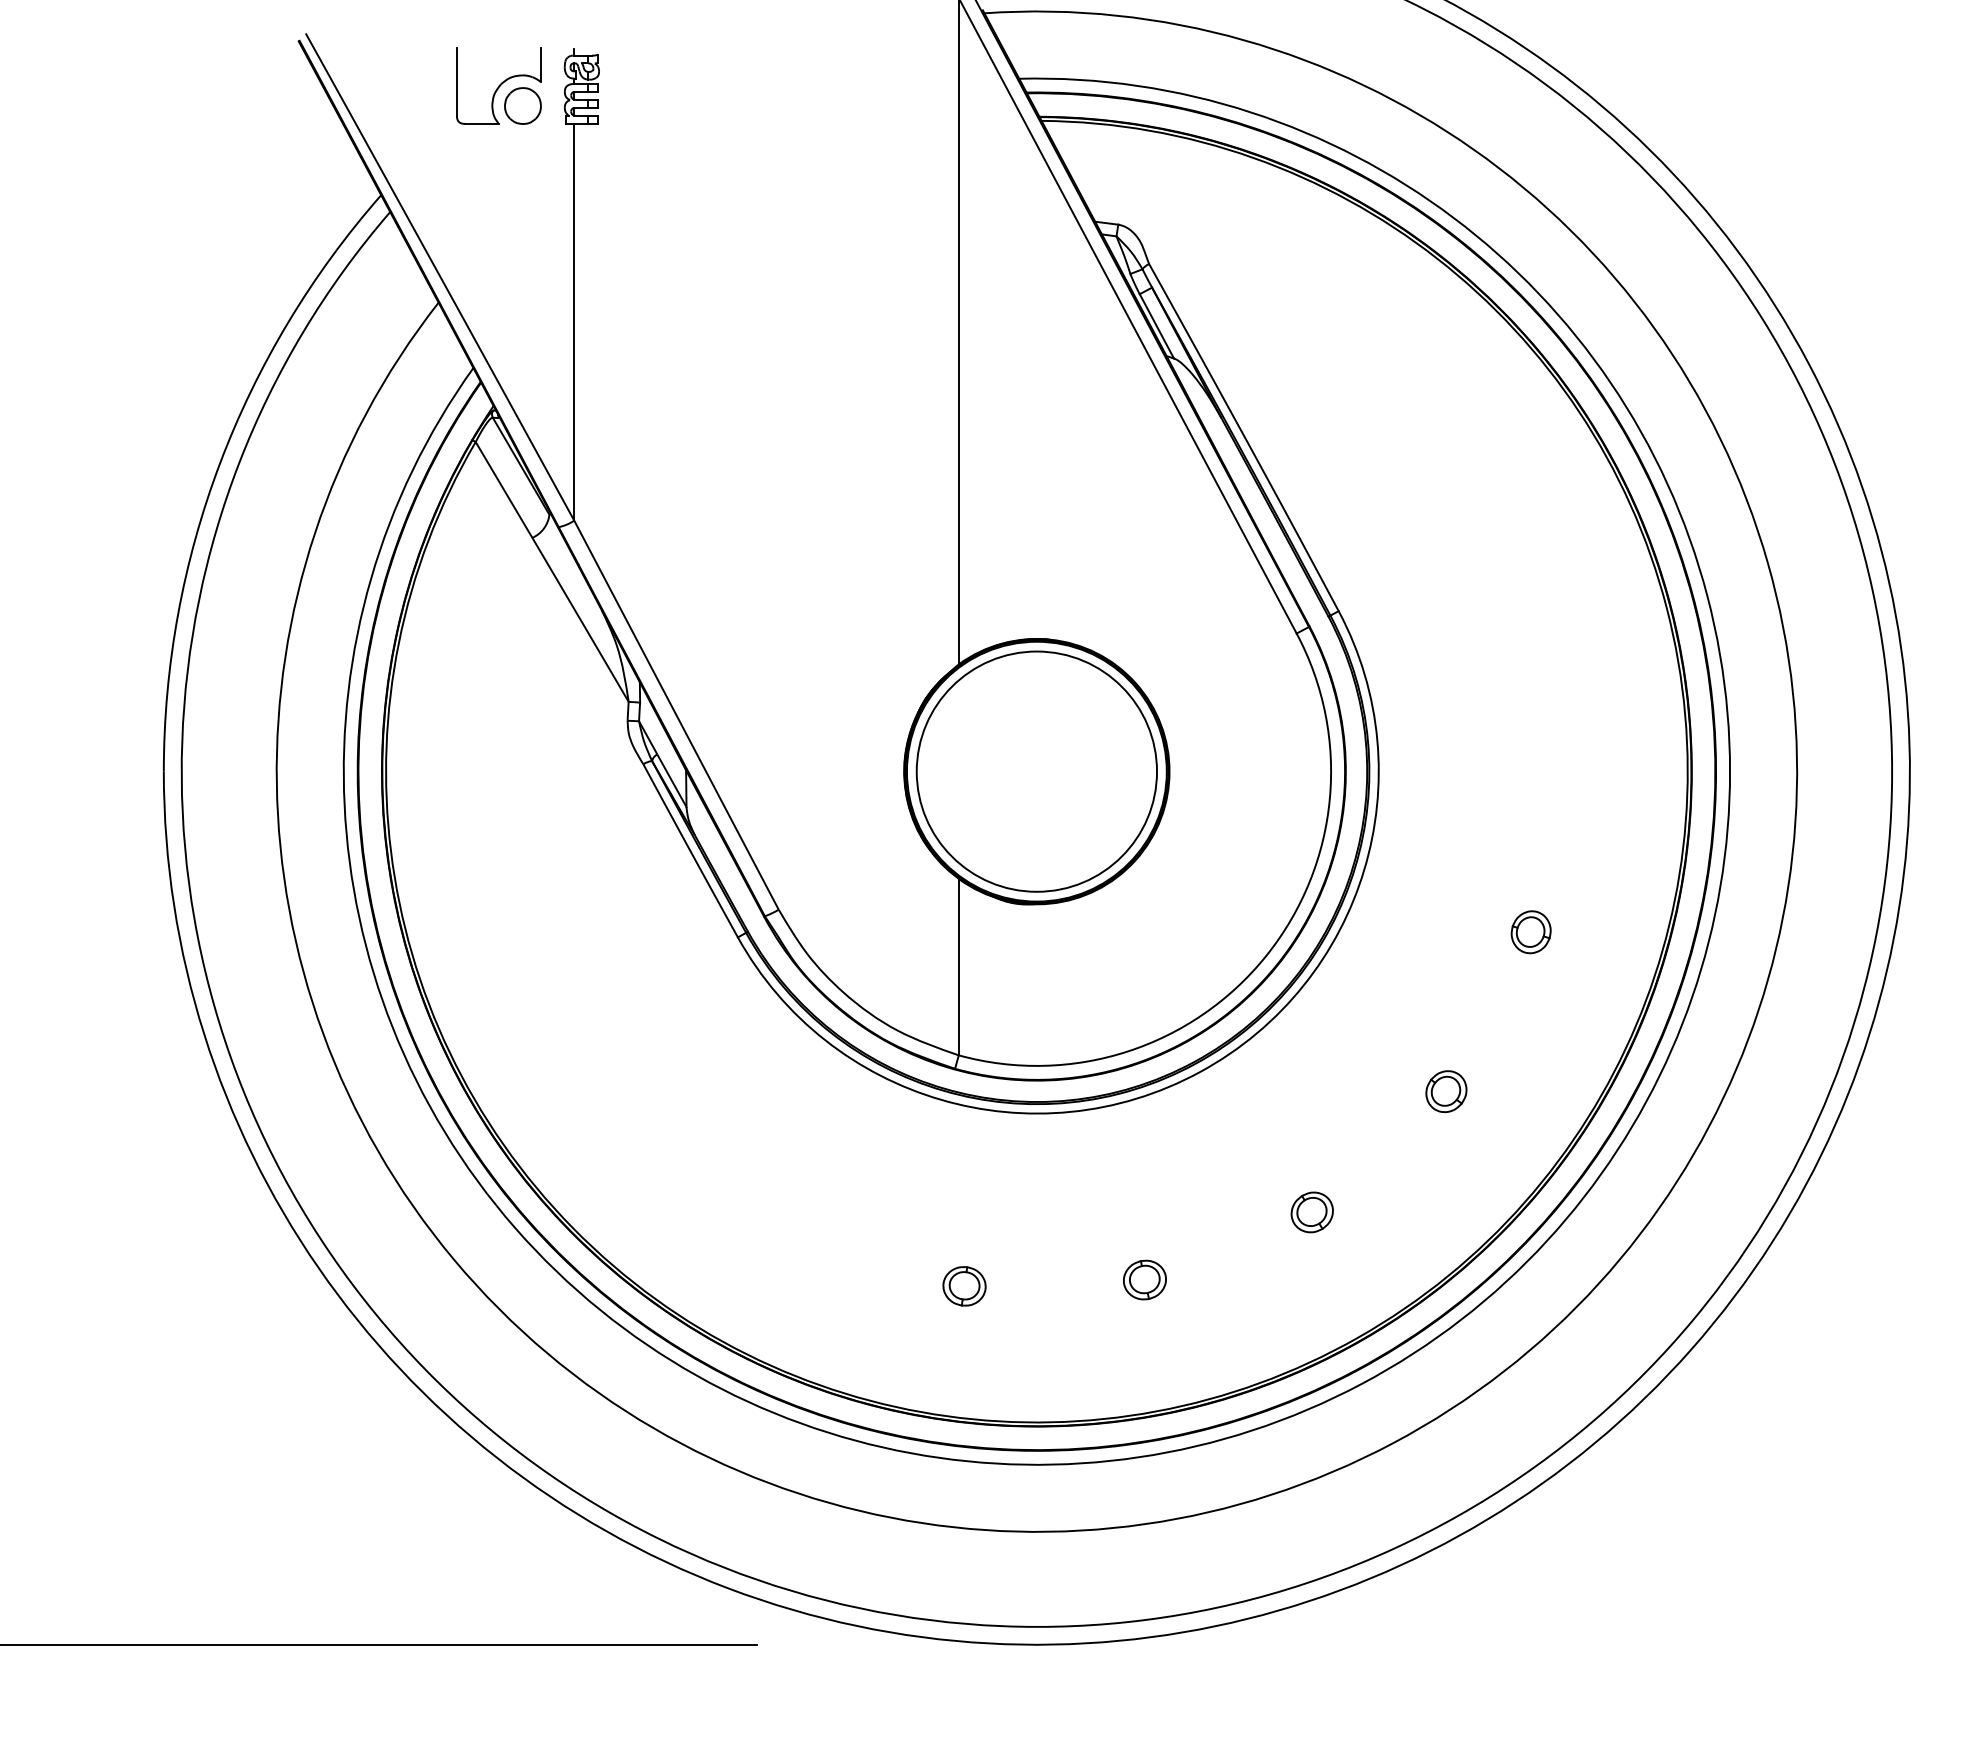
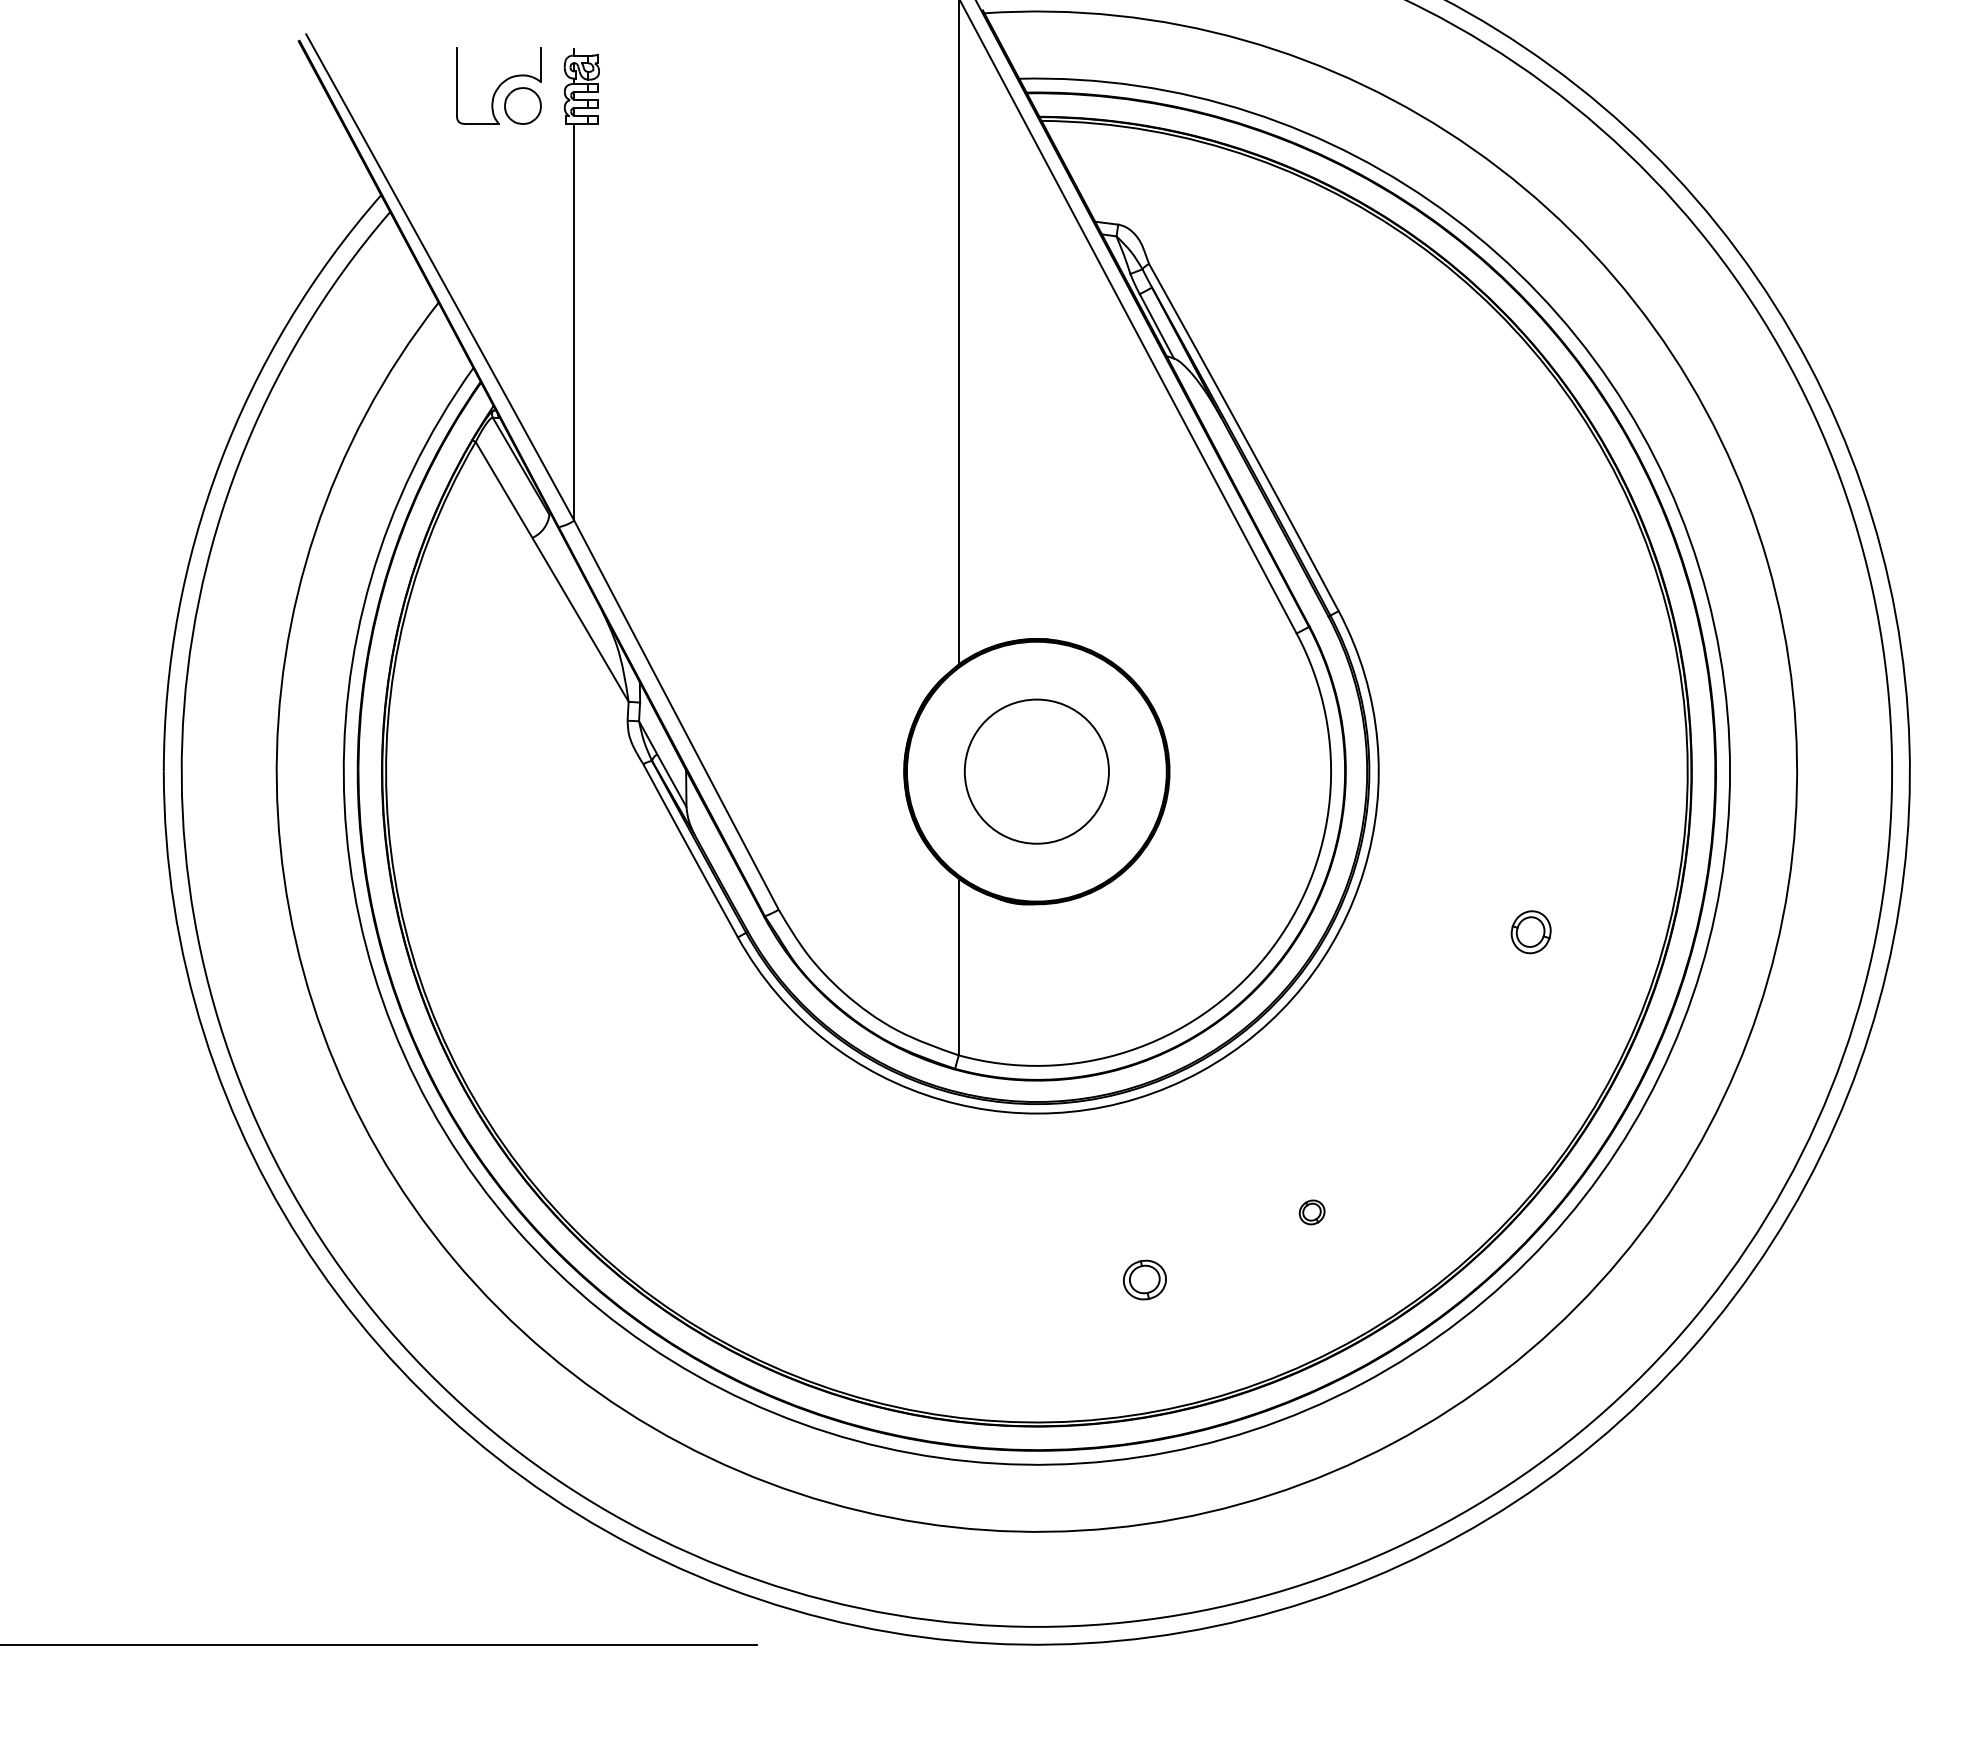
circle at (1036, 771) diameter: 240 px -> 144 px
part at (1446, 1091): present -> none
part at (1311, 1212) size: 44x43 px -> 28x27 px
part at (964, 1286): present -> none
